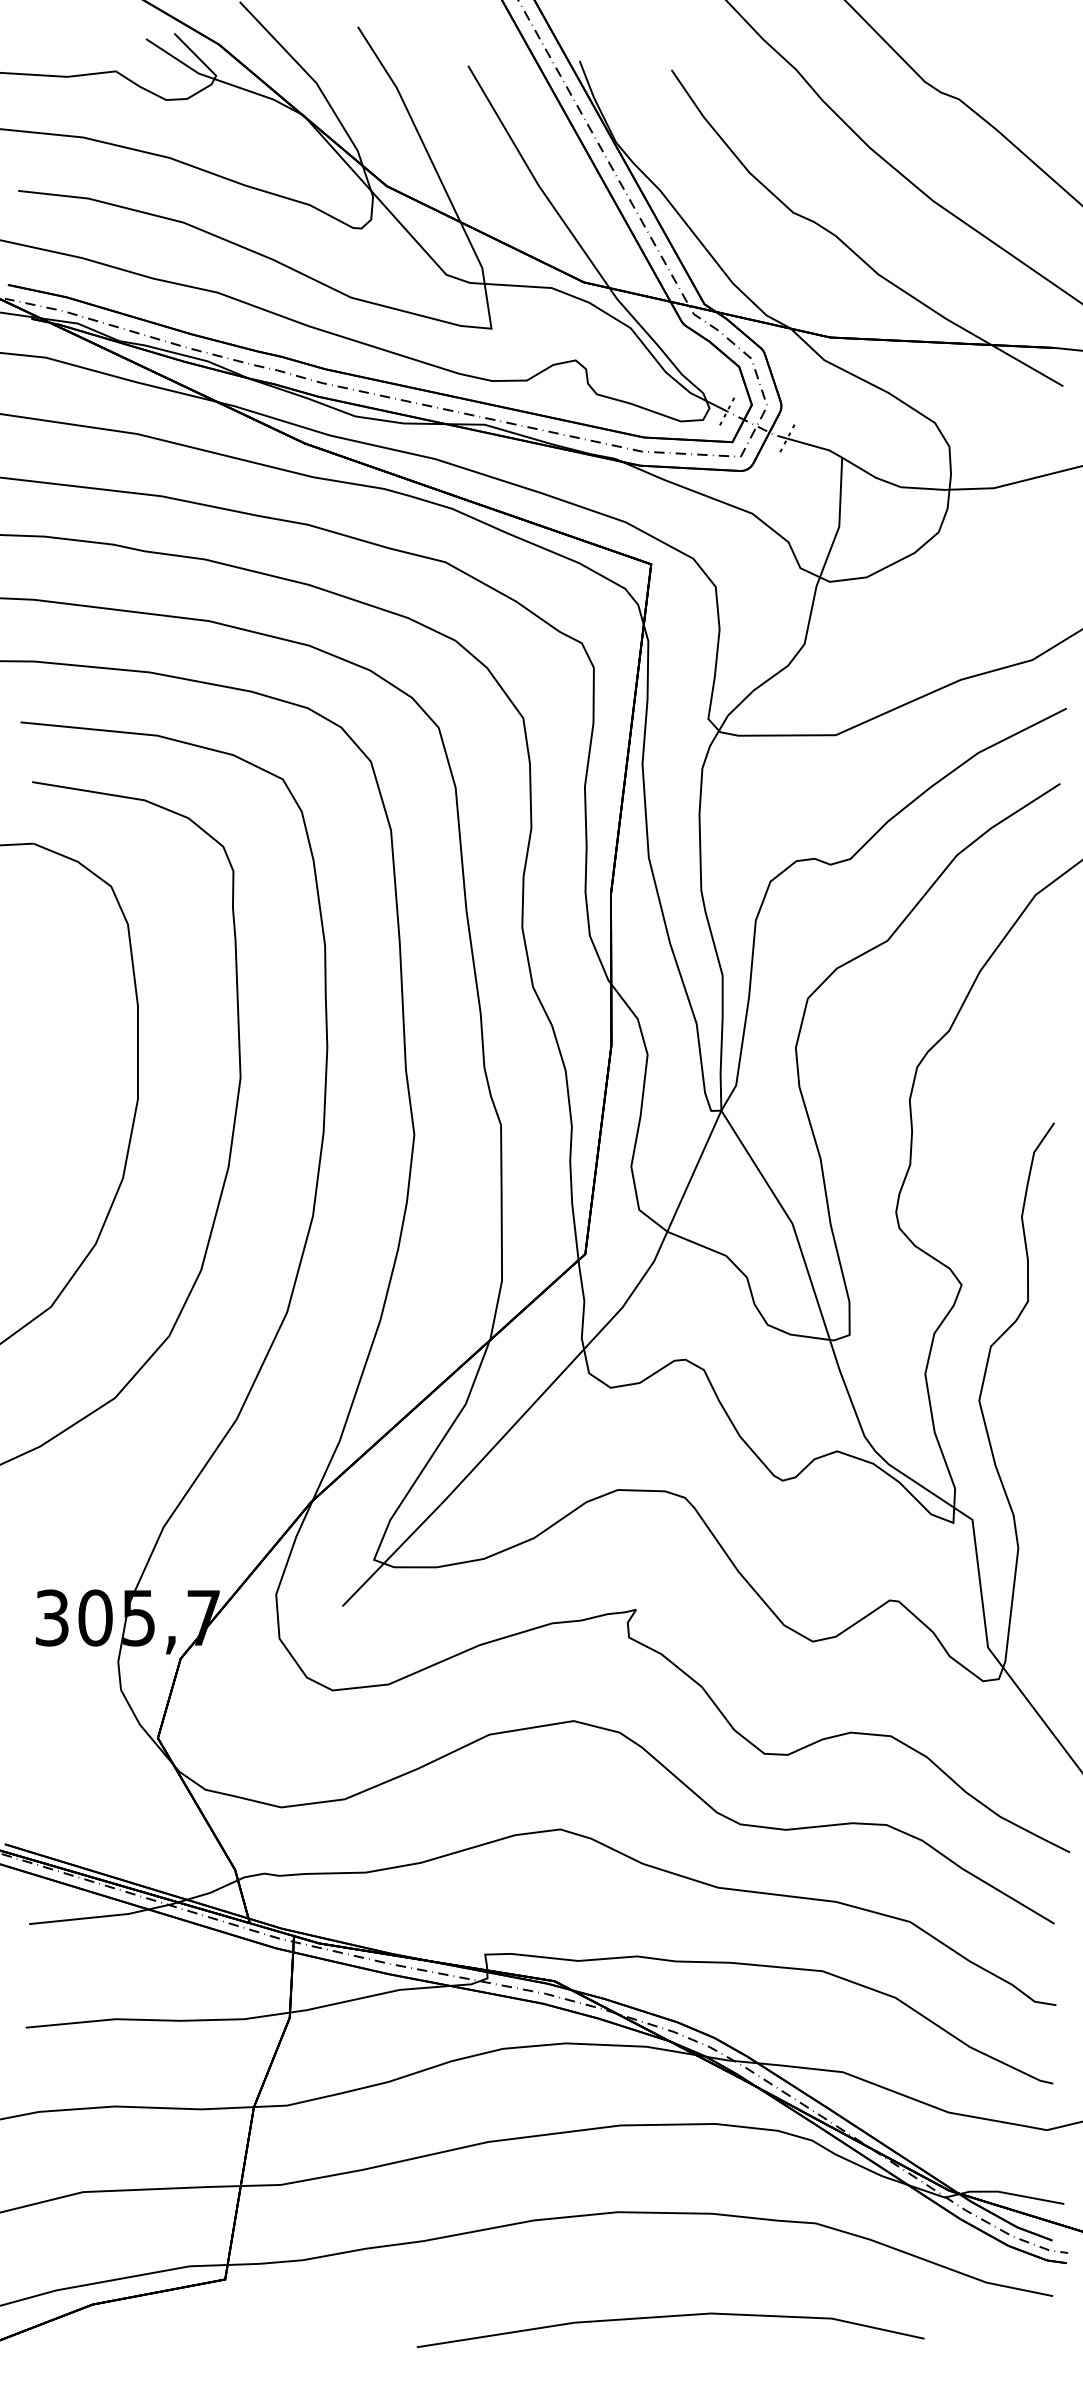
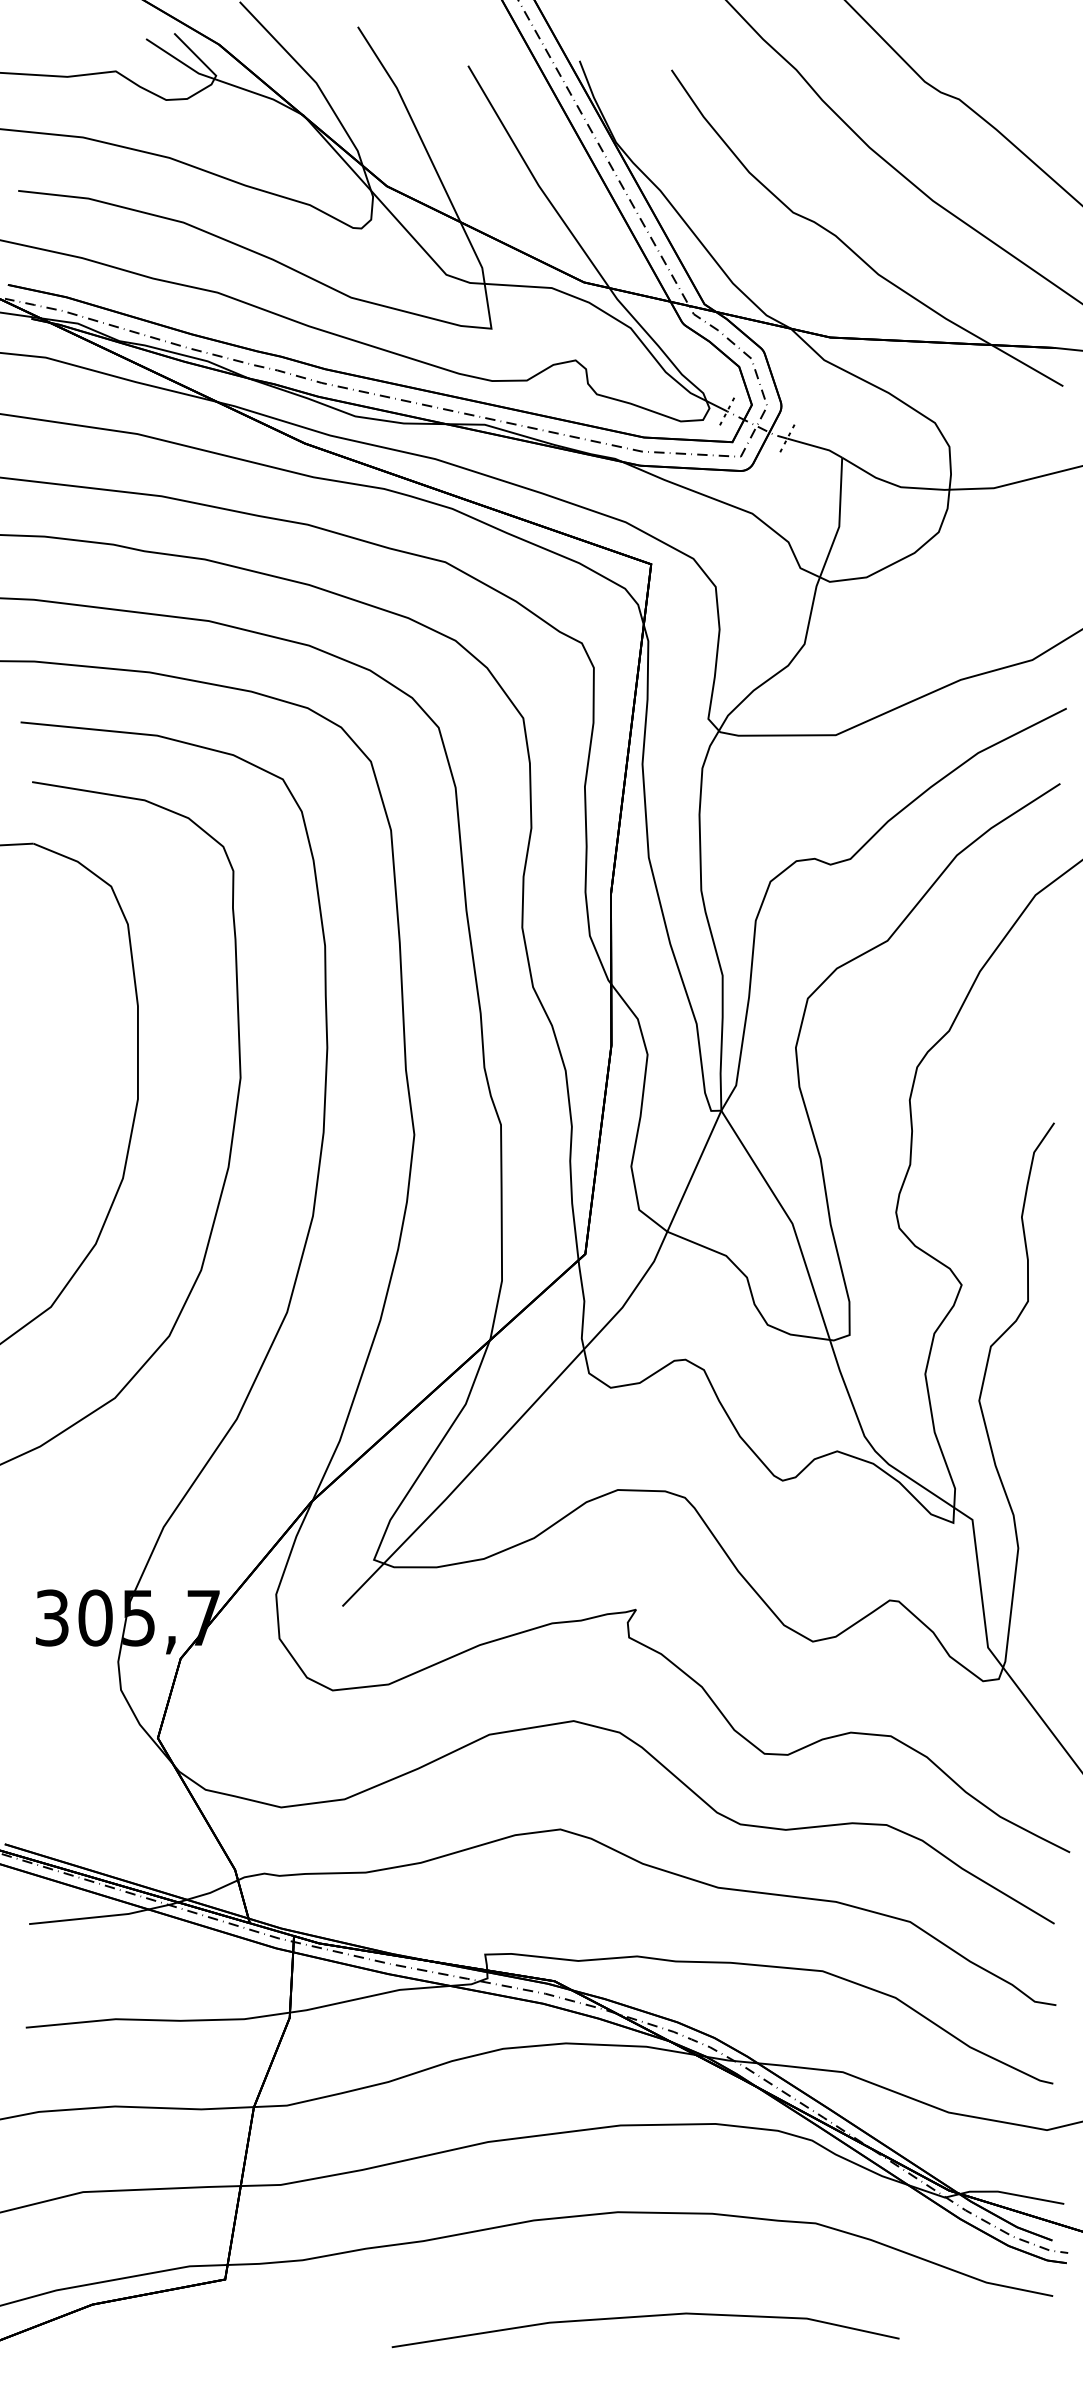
line at (670, 2317) position: (670, 2317) -> (645, 2317)
